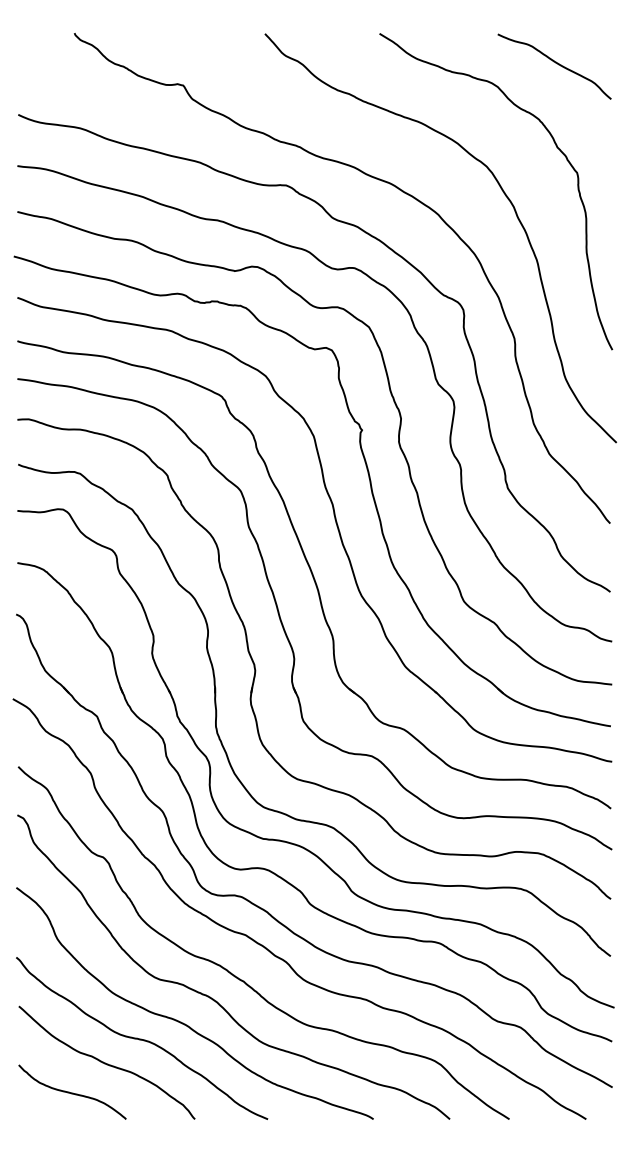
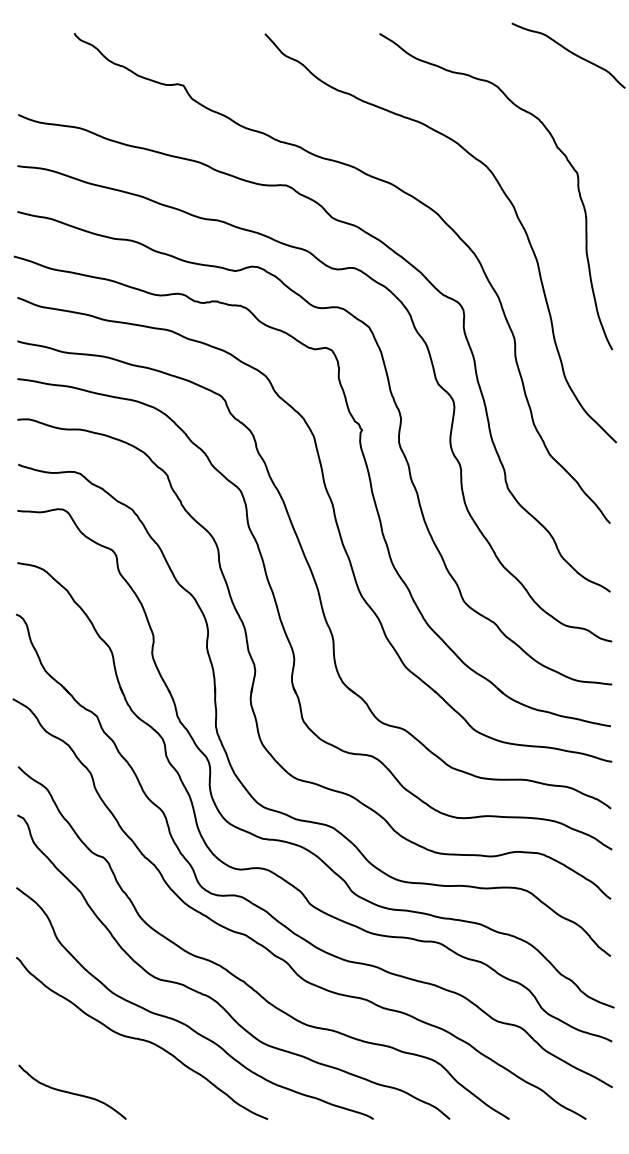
curve at (555, 63) position: (555, 63) -> (569, 52)
curve at (105, 1062): present -> none
